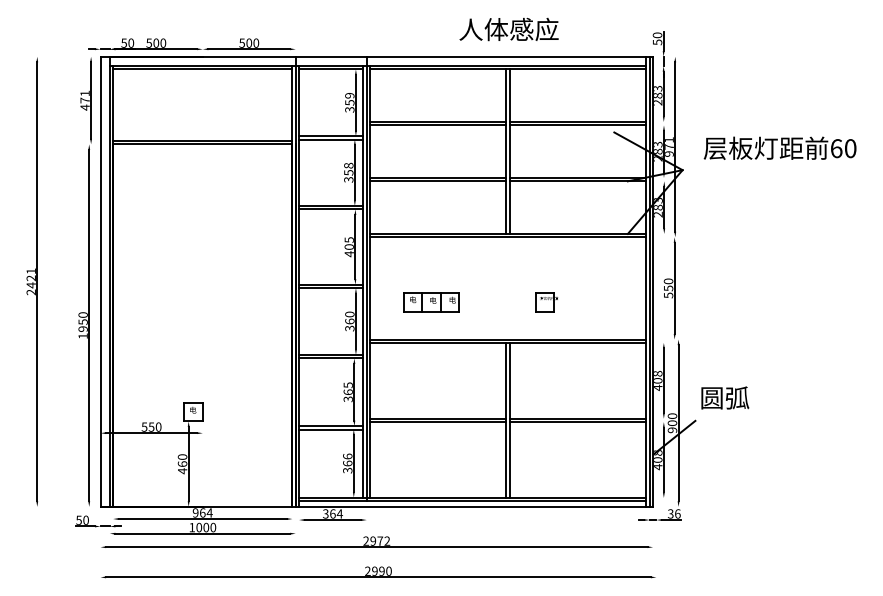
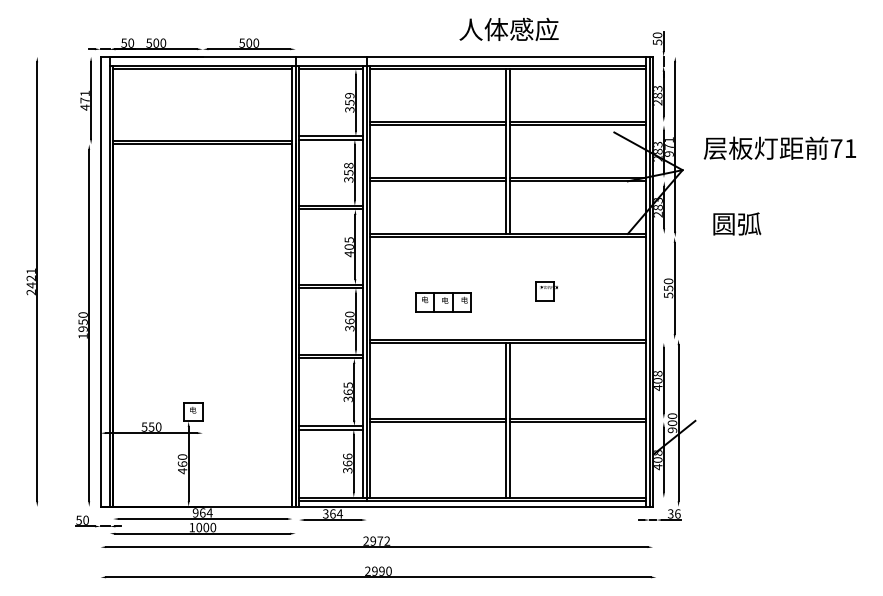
text at (843, 148): 60 -> 71
part at (431, 302) position: (431, 302) -> (443, 302)
part at (546, 302) position: (546, 302) -> (546, 291)
text at (725, 397) position: (725, 397) -> (737, 223)
